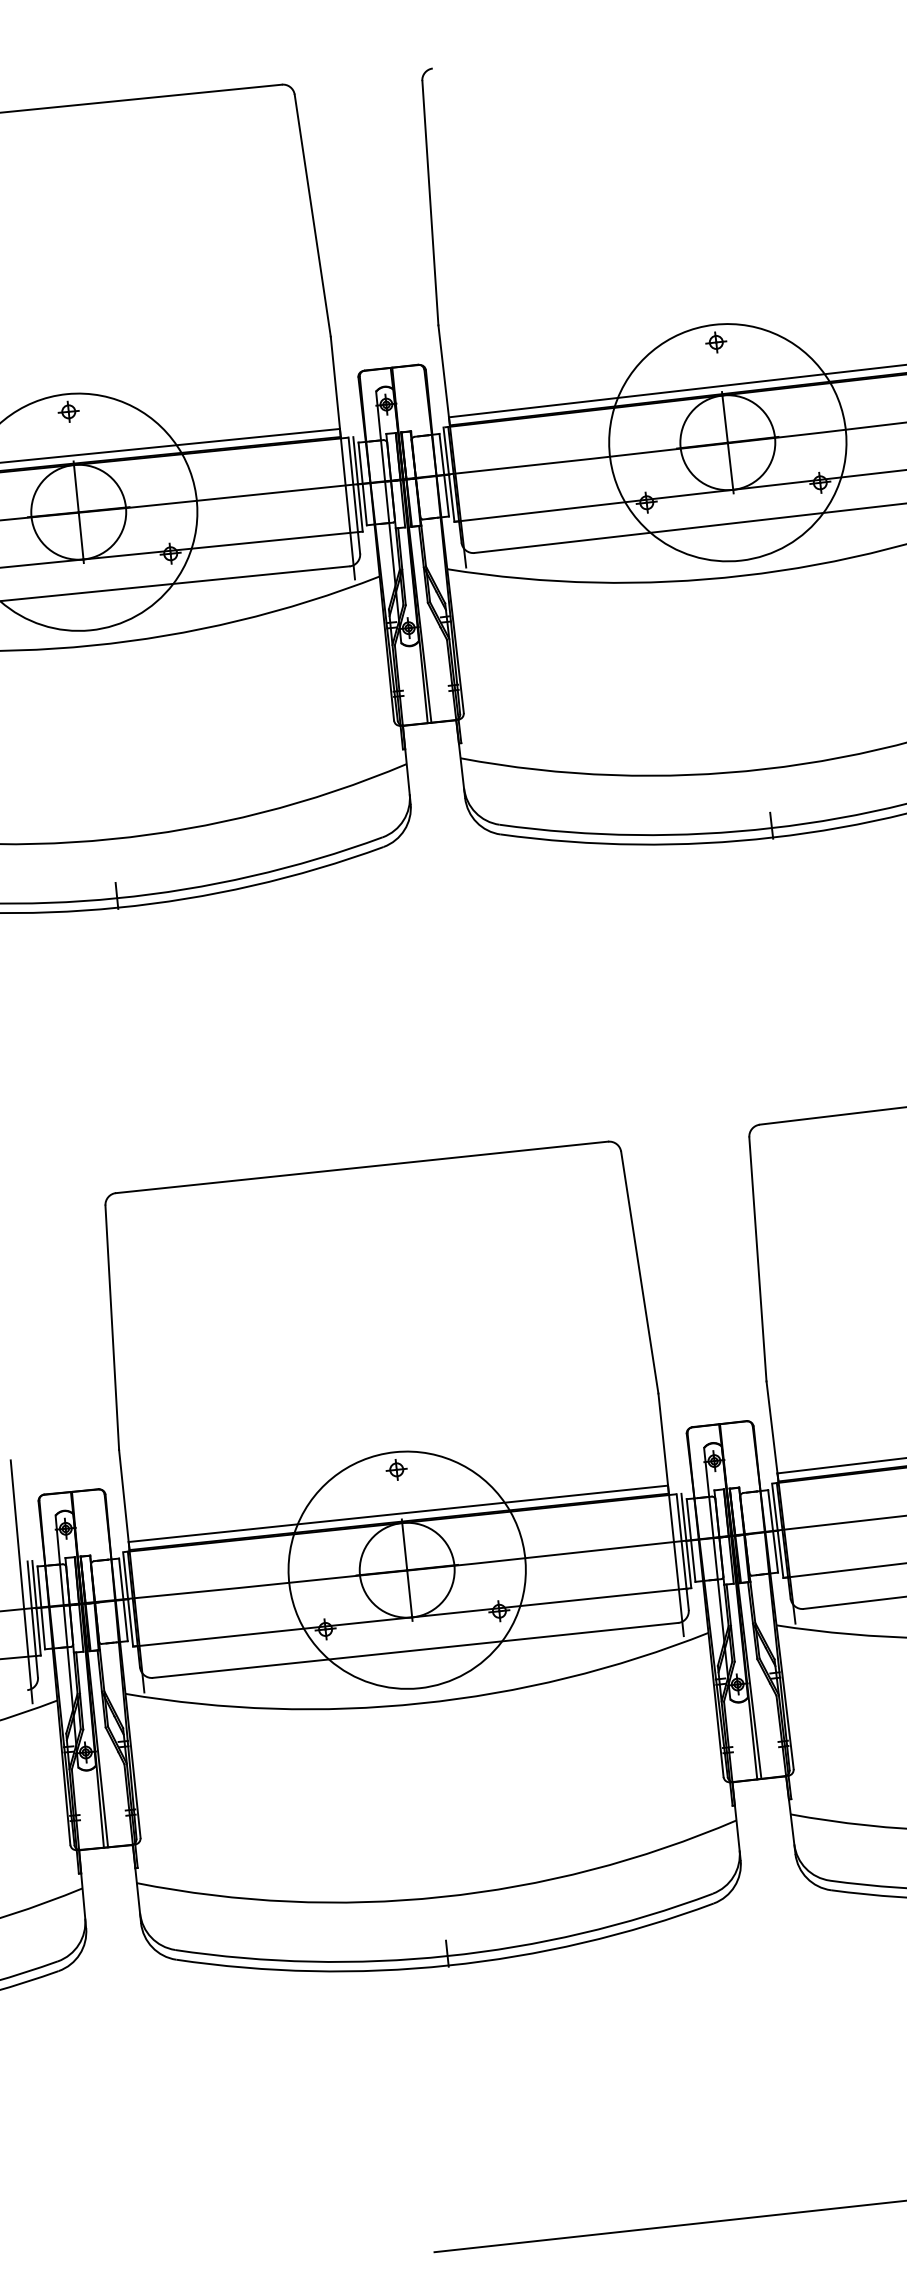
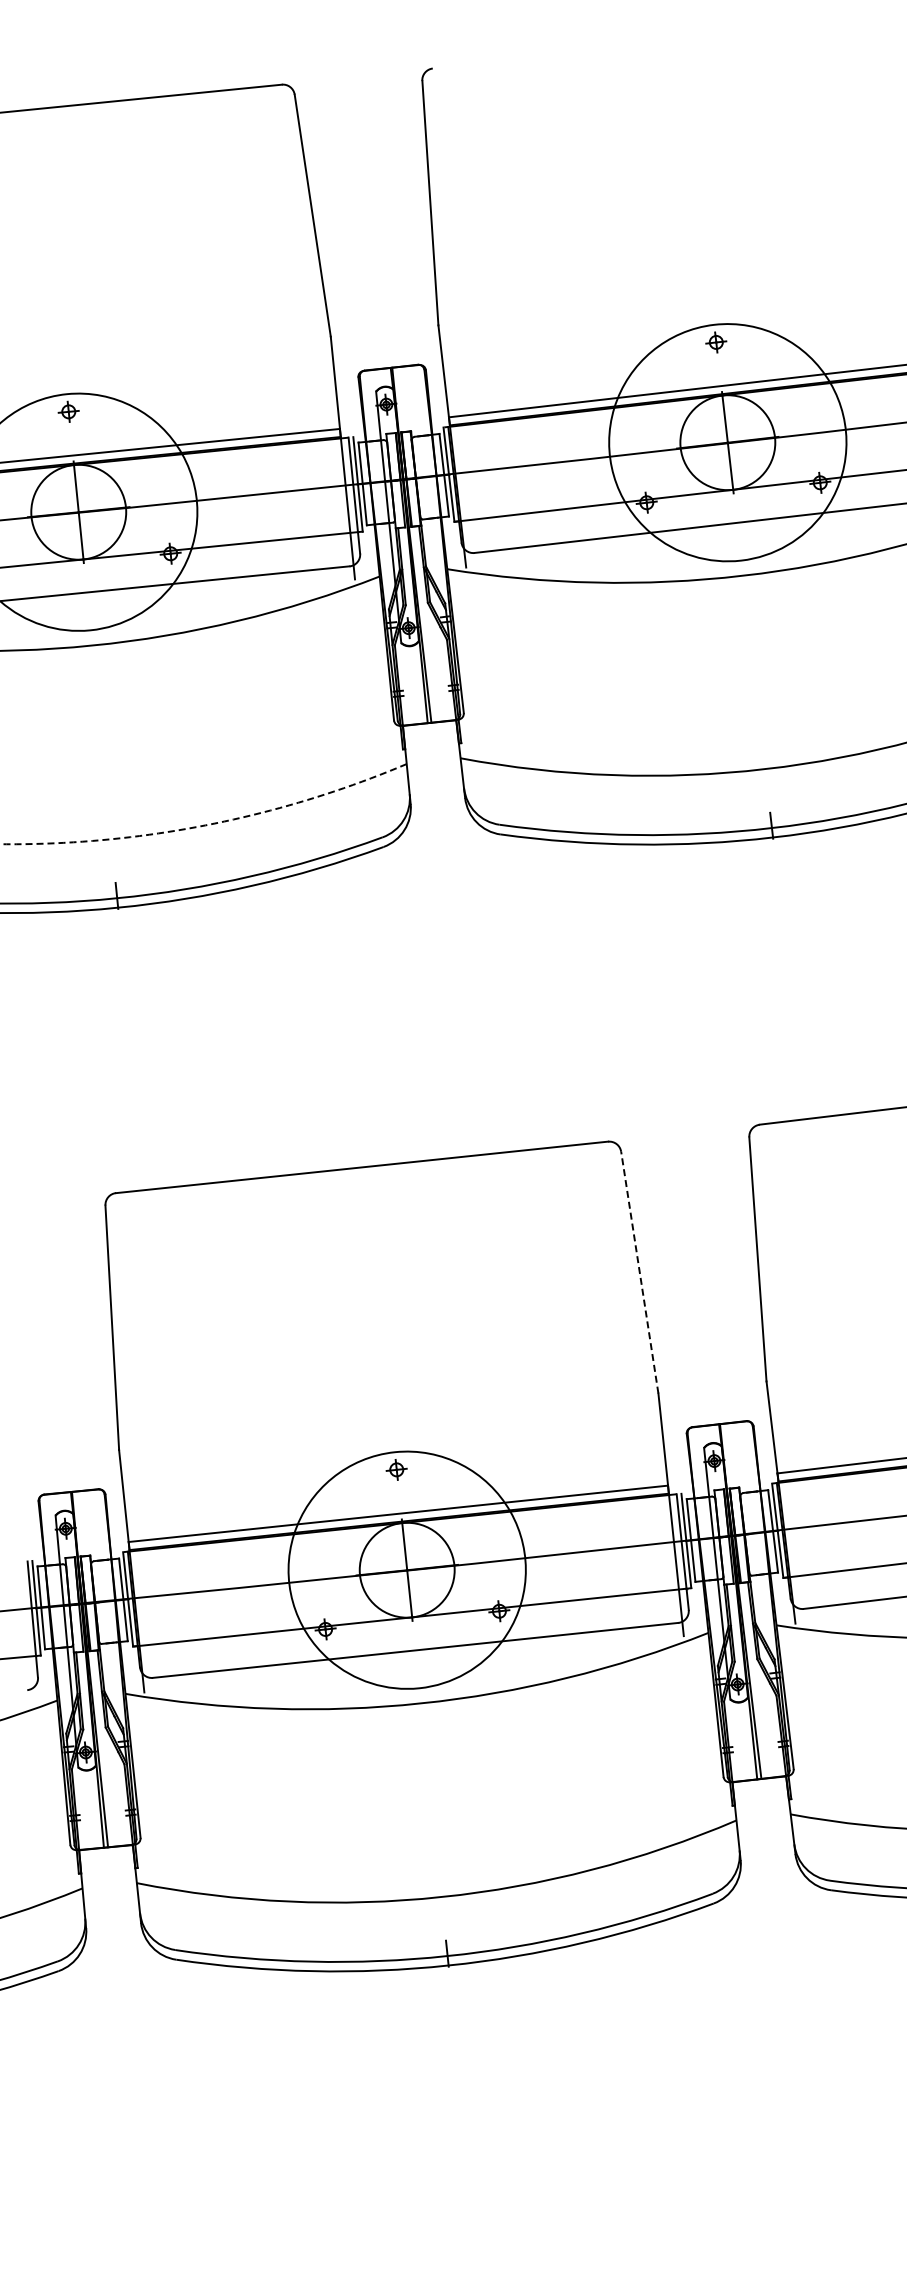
arc at (206, 824): solid -> dashed
line at (639, 1272): solid -> dashed
line at (21, 1581): present -> none
line at (668, 2226): present -> none
